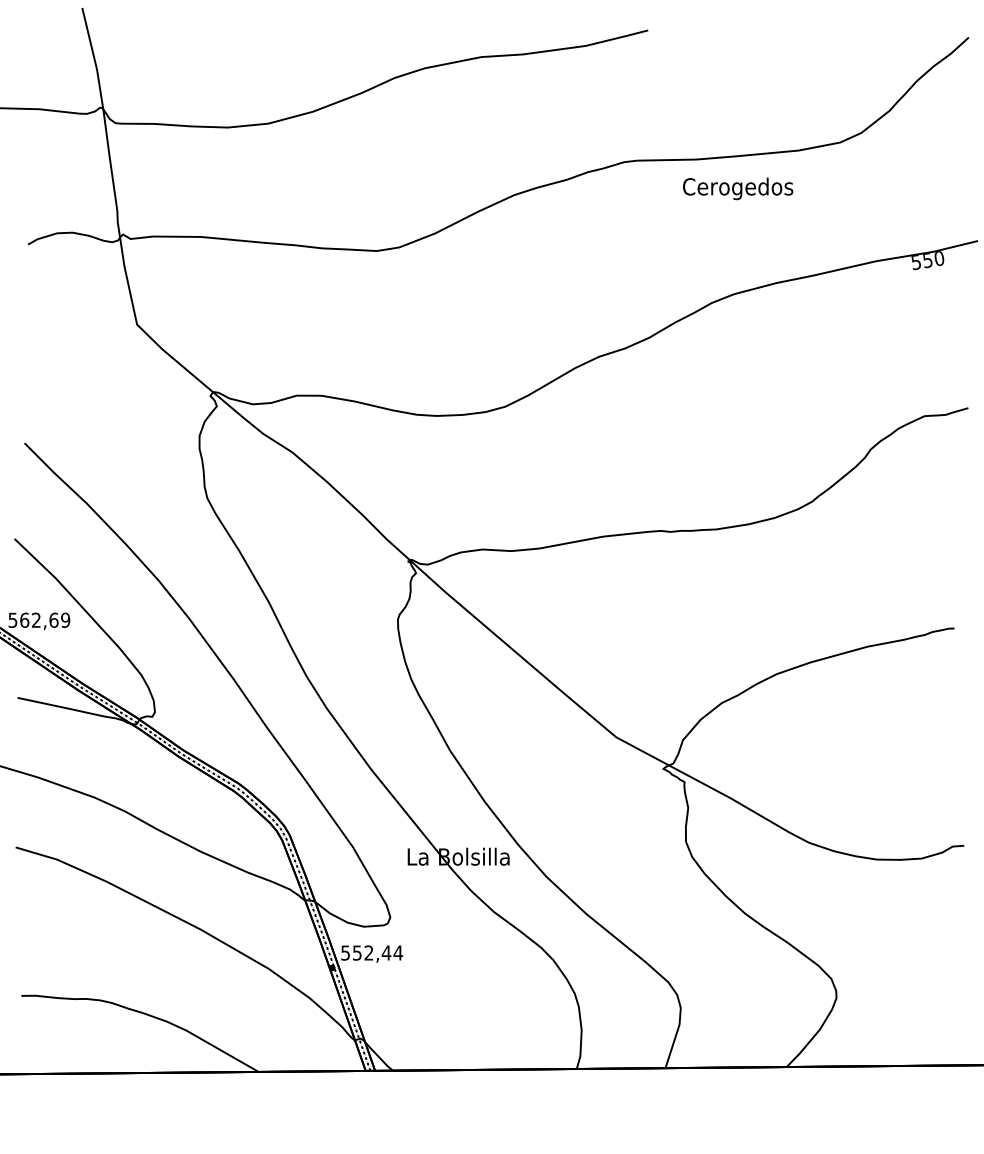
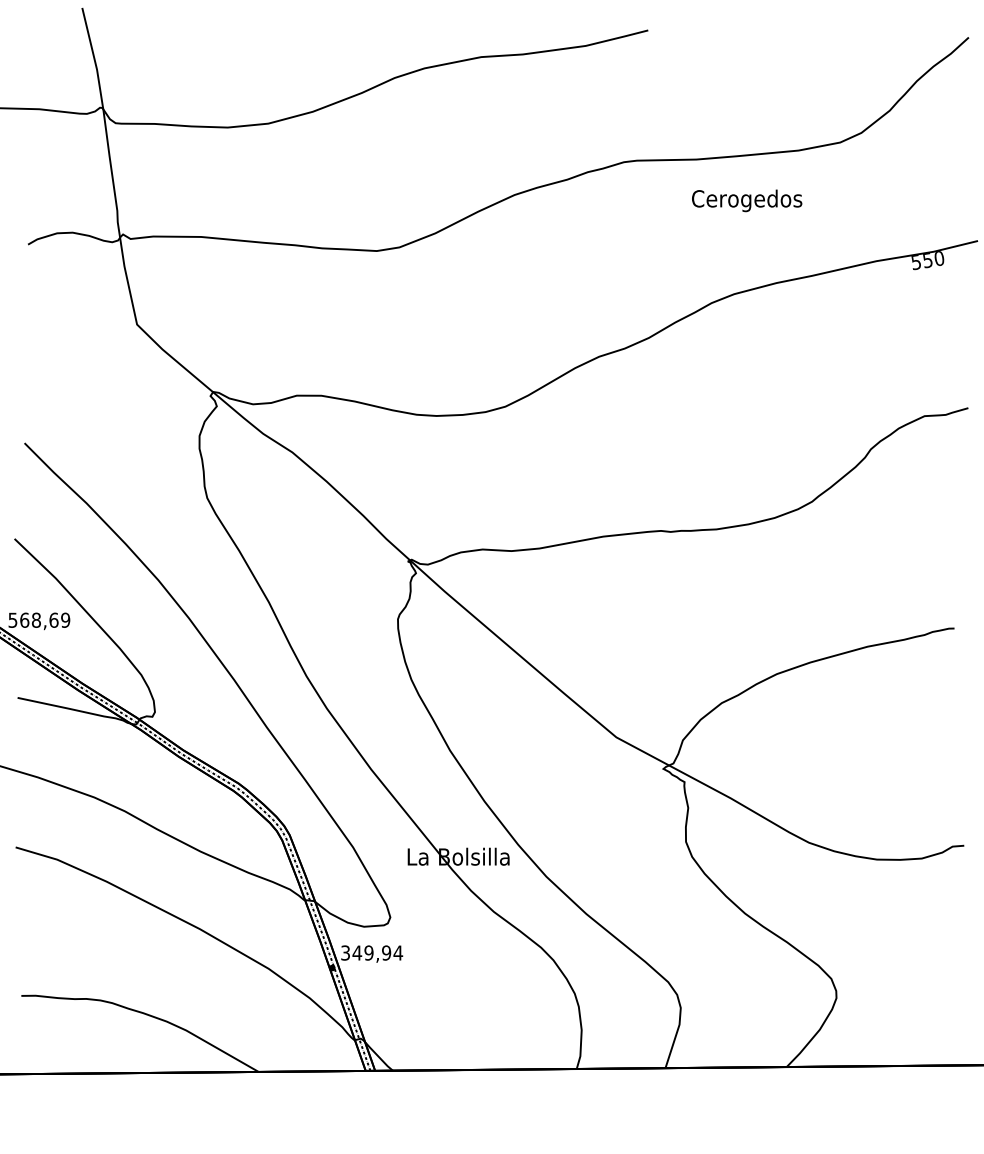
text at (738, 188) position: (738, 188) -> (747, 200)
text at (35, 619): 562,69 -> 568,69
text at (366, 952): 552,44 -> 349,94
